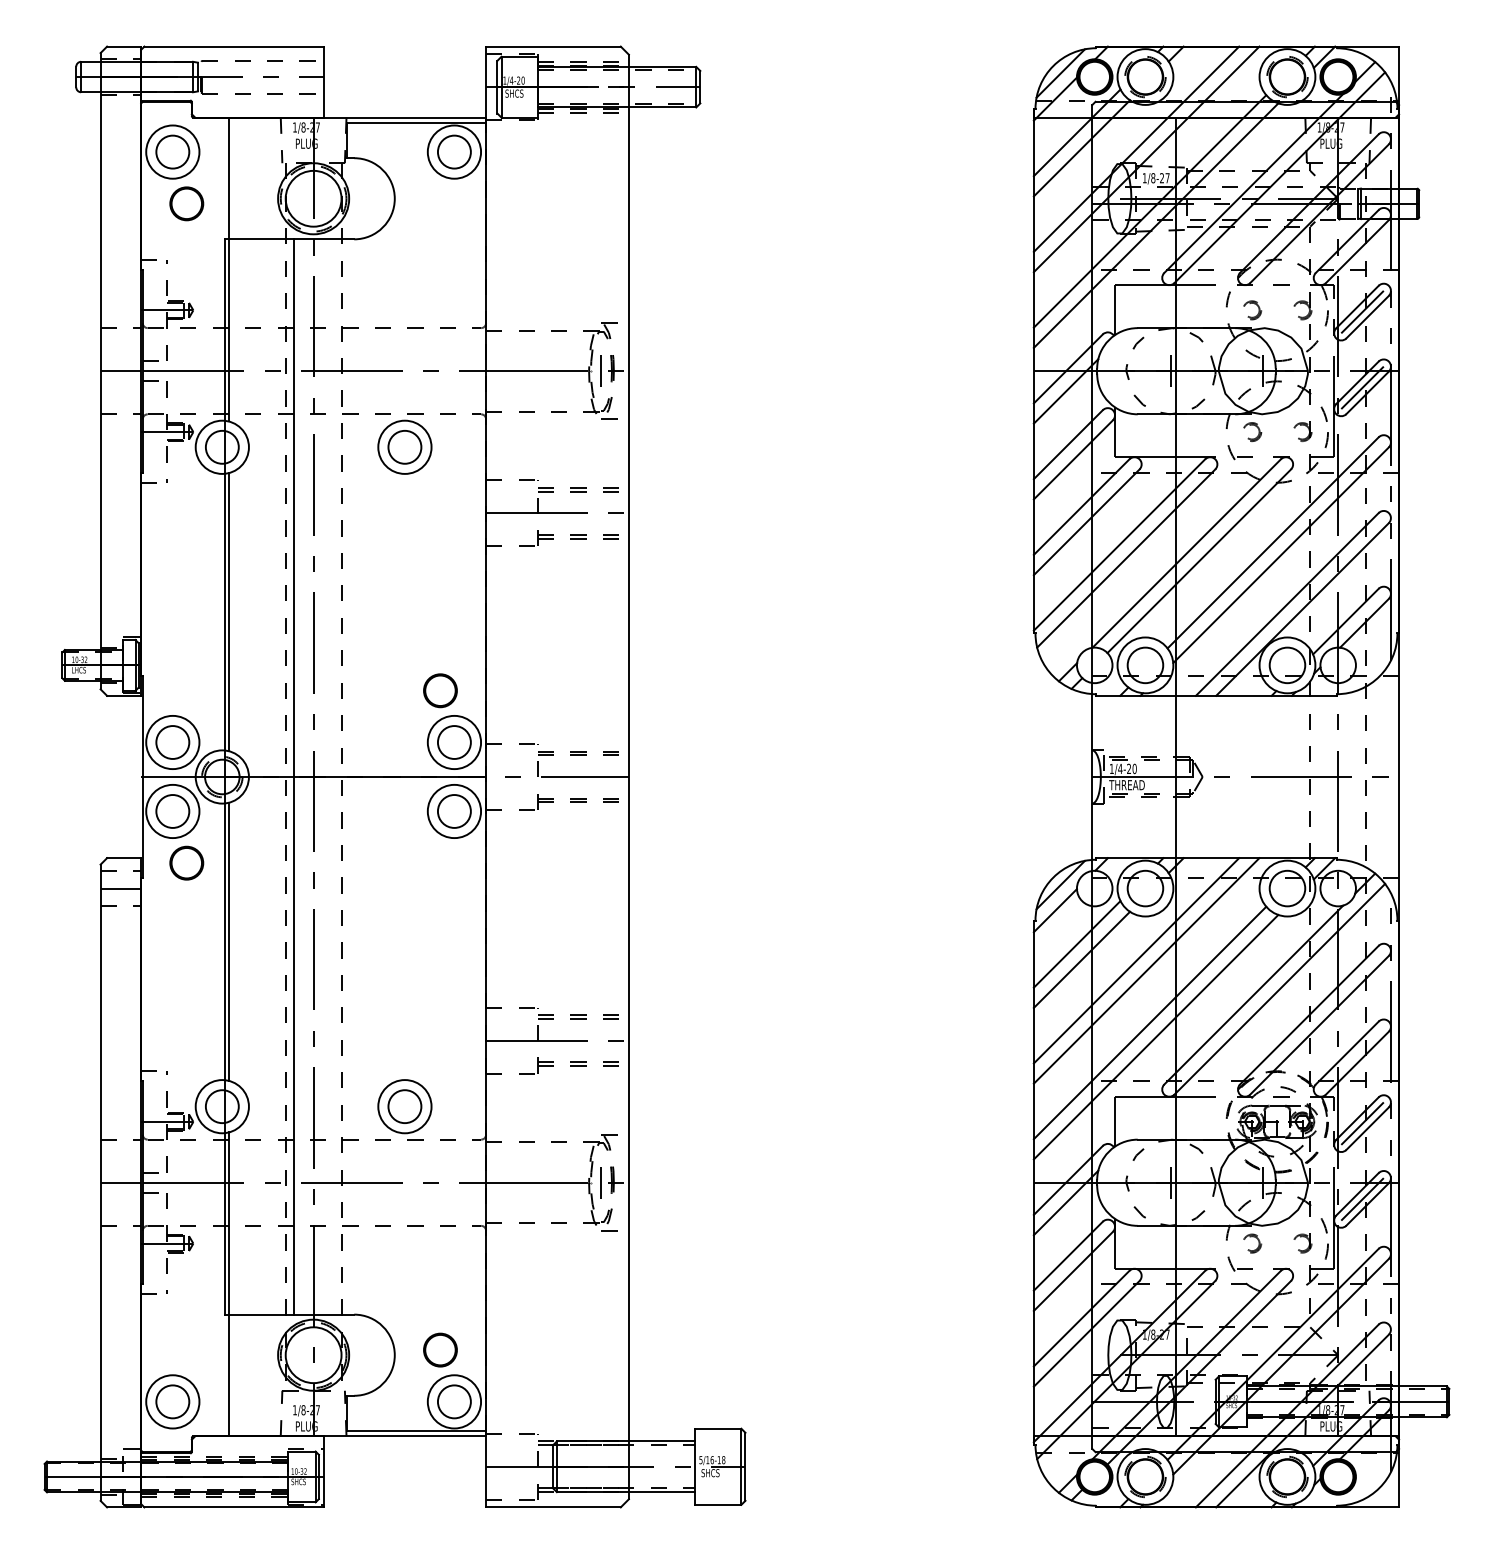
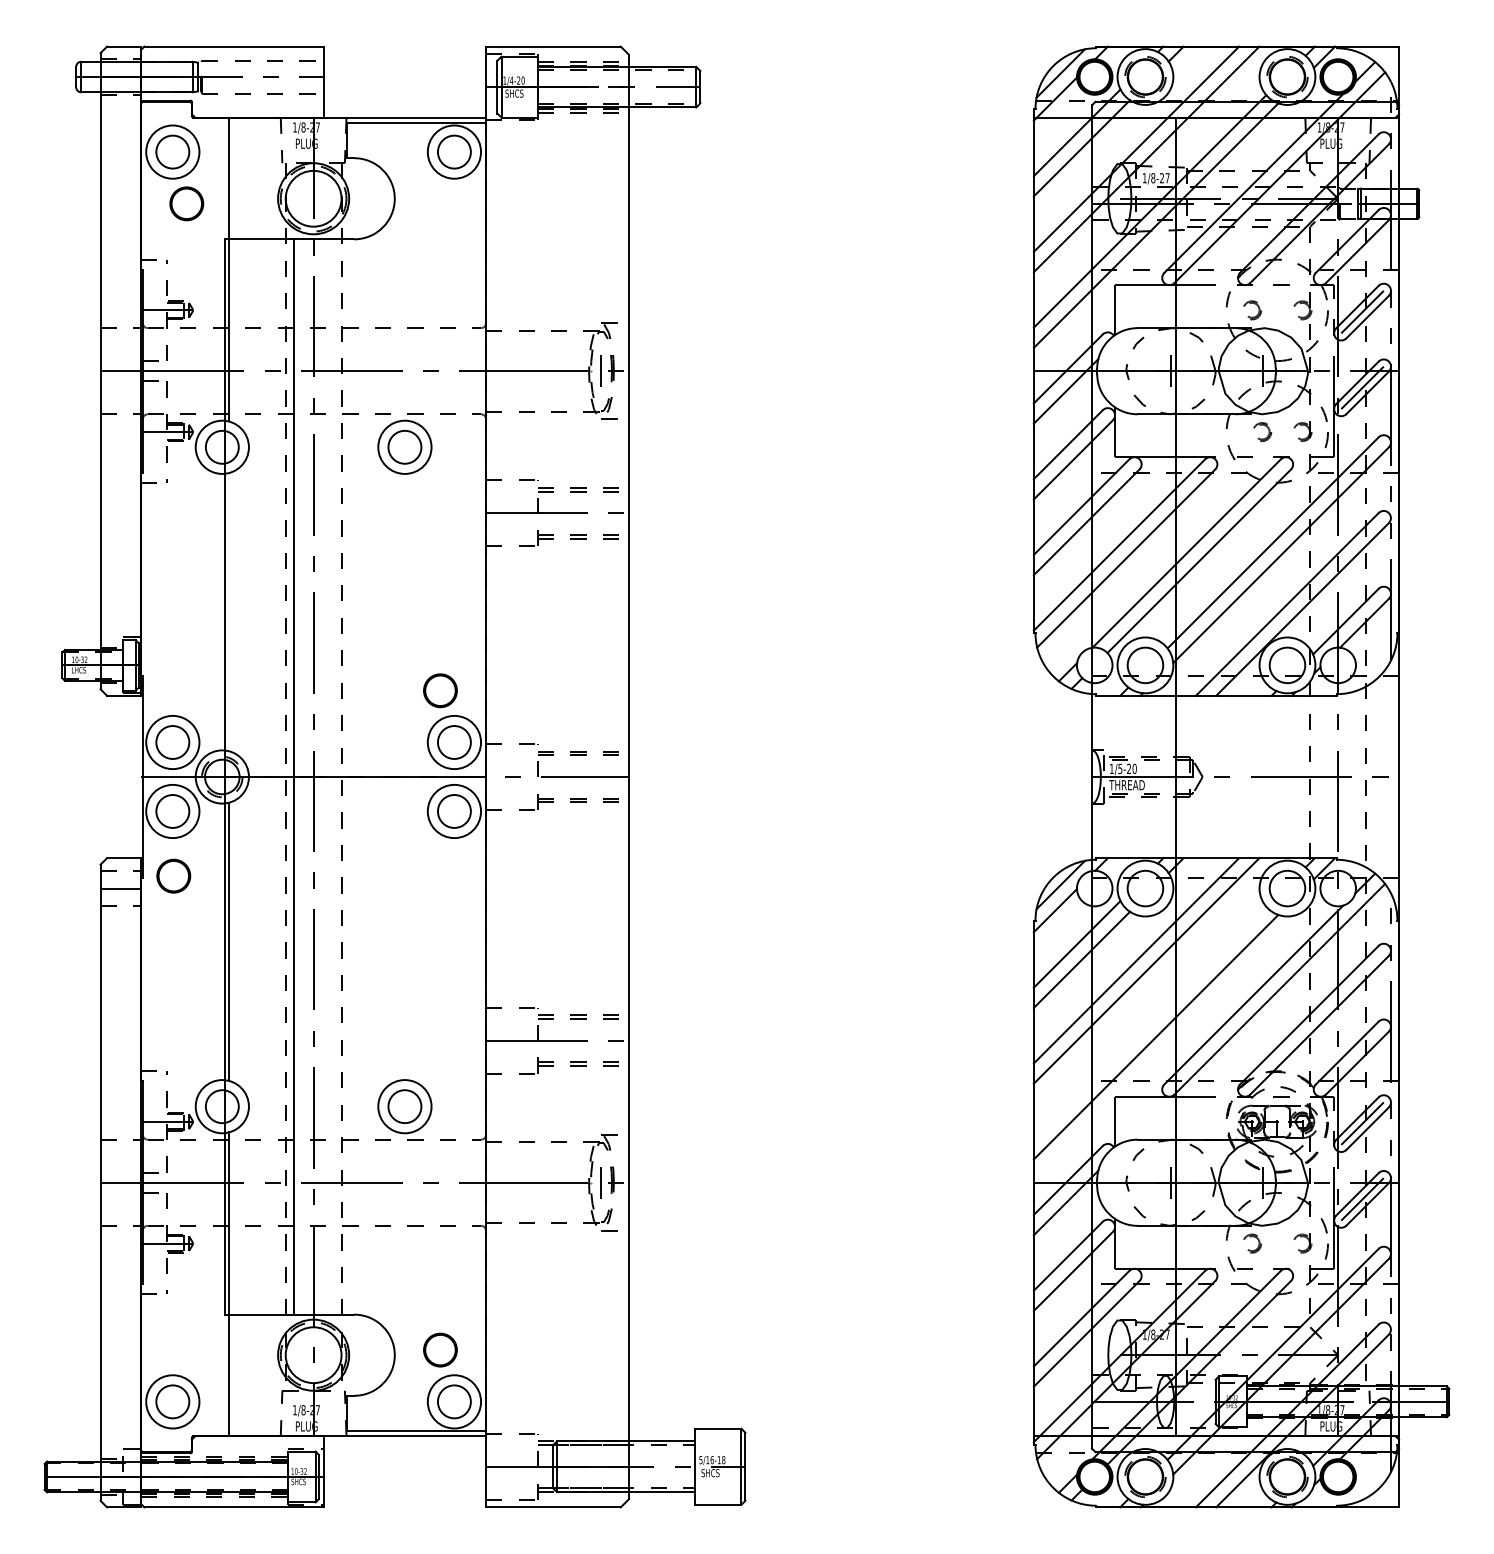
part at (1252, 431) position: (1252, 431) -> (1262, 431)
line at (228, 612): present -> none
text at (1120, 768): 1/4-20 -> 1/5-20
part at (186, 862) position: (186, 862) -> (173, 875)
line at (1149, 1022): present -> none
